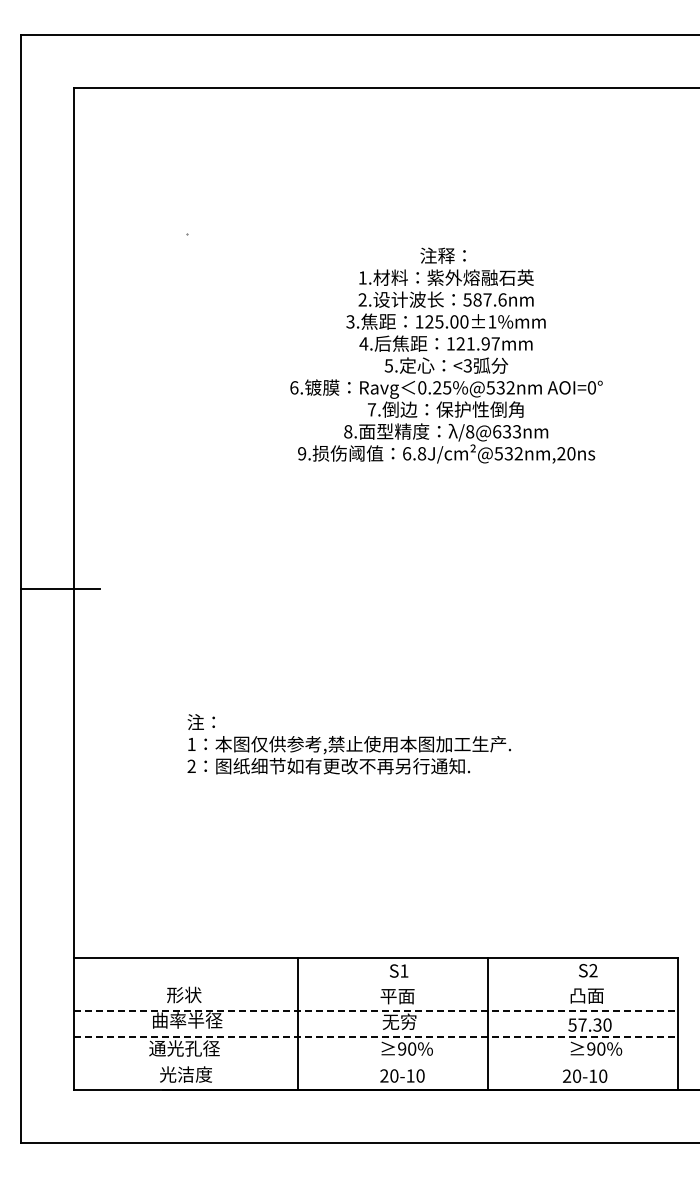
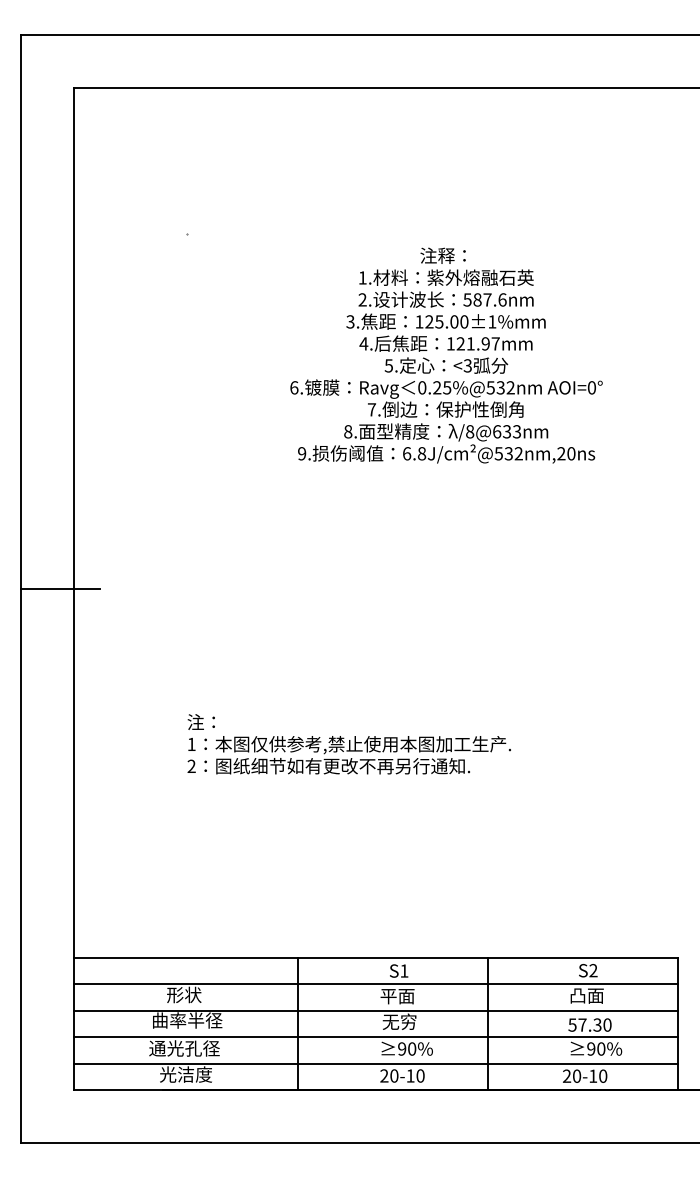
line at (375, 984): none -> present
line at (376, 1010): dashed -> solid
line at (376, 1037): dashed -> solid
line at (375, 1063): none -> present
